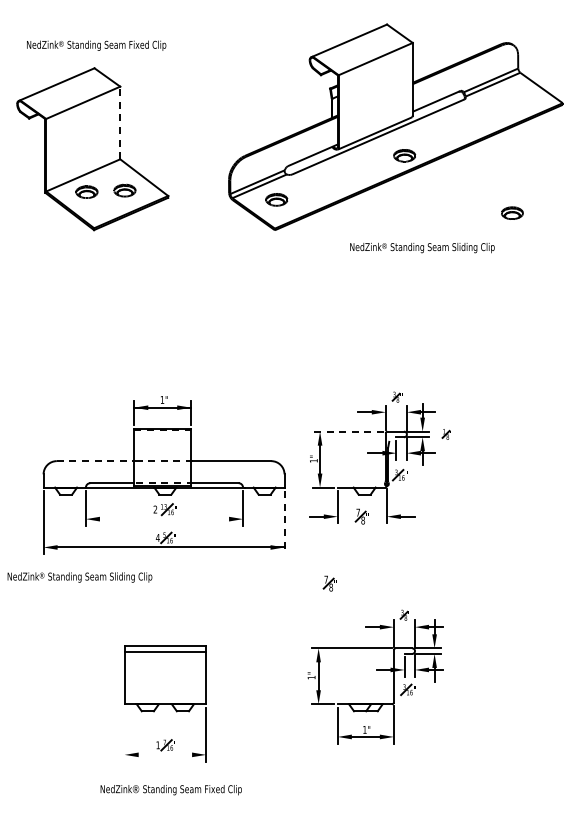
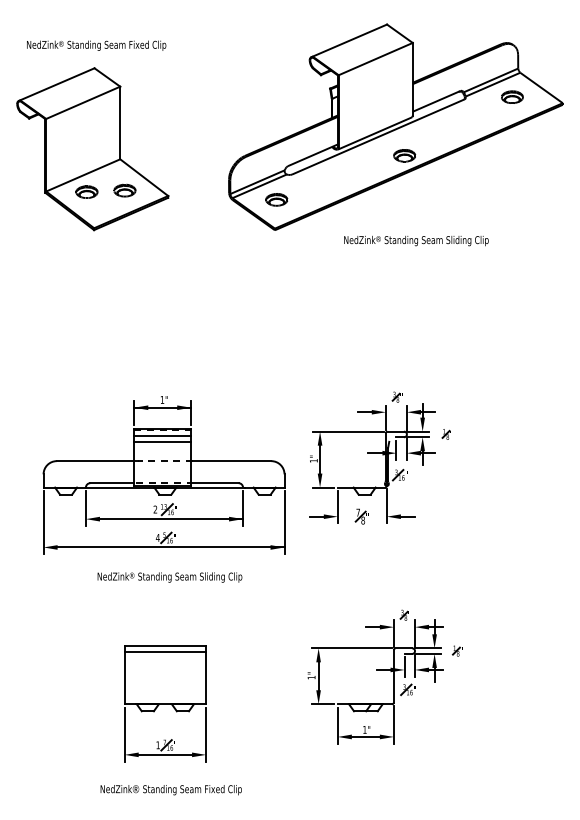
line at (120, 122): dashed -> solid
part at (512, 212) position: (512, 212) -> (512, 96)
text at (422, 247) position: (422, 247) -> (416, 240)
line at (348, 431): dashed -> solid
line at (162, 435): none -> present
line at (162, 441): none -> present
line at (97, 461): dashed -> solid
line at (171, 519): none -> present
line at (284, 522): dashed -> solid
text at (79, 577) position: (79, 577) -> (169, 577)
part at (329, 583): present -> none
part at (456, 650): none -> present
line at (124, 734): none -> present
line at (165, 754): none -> present
